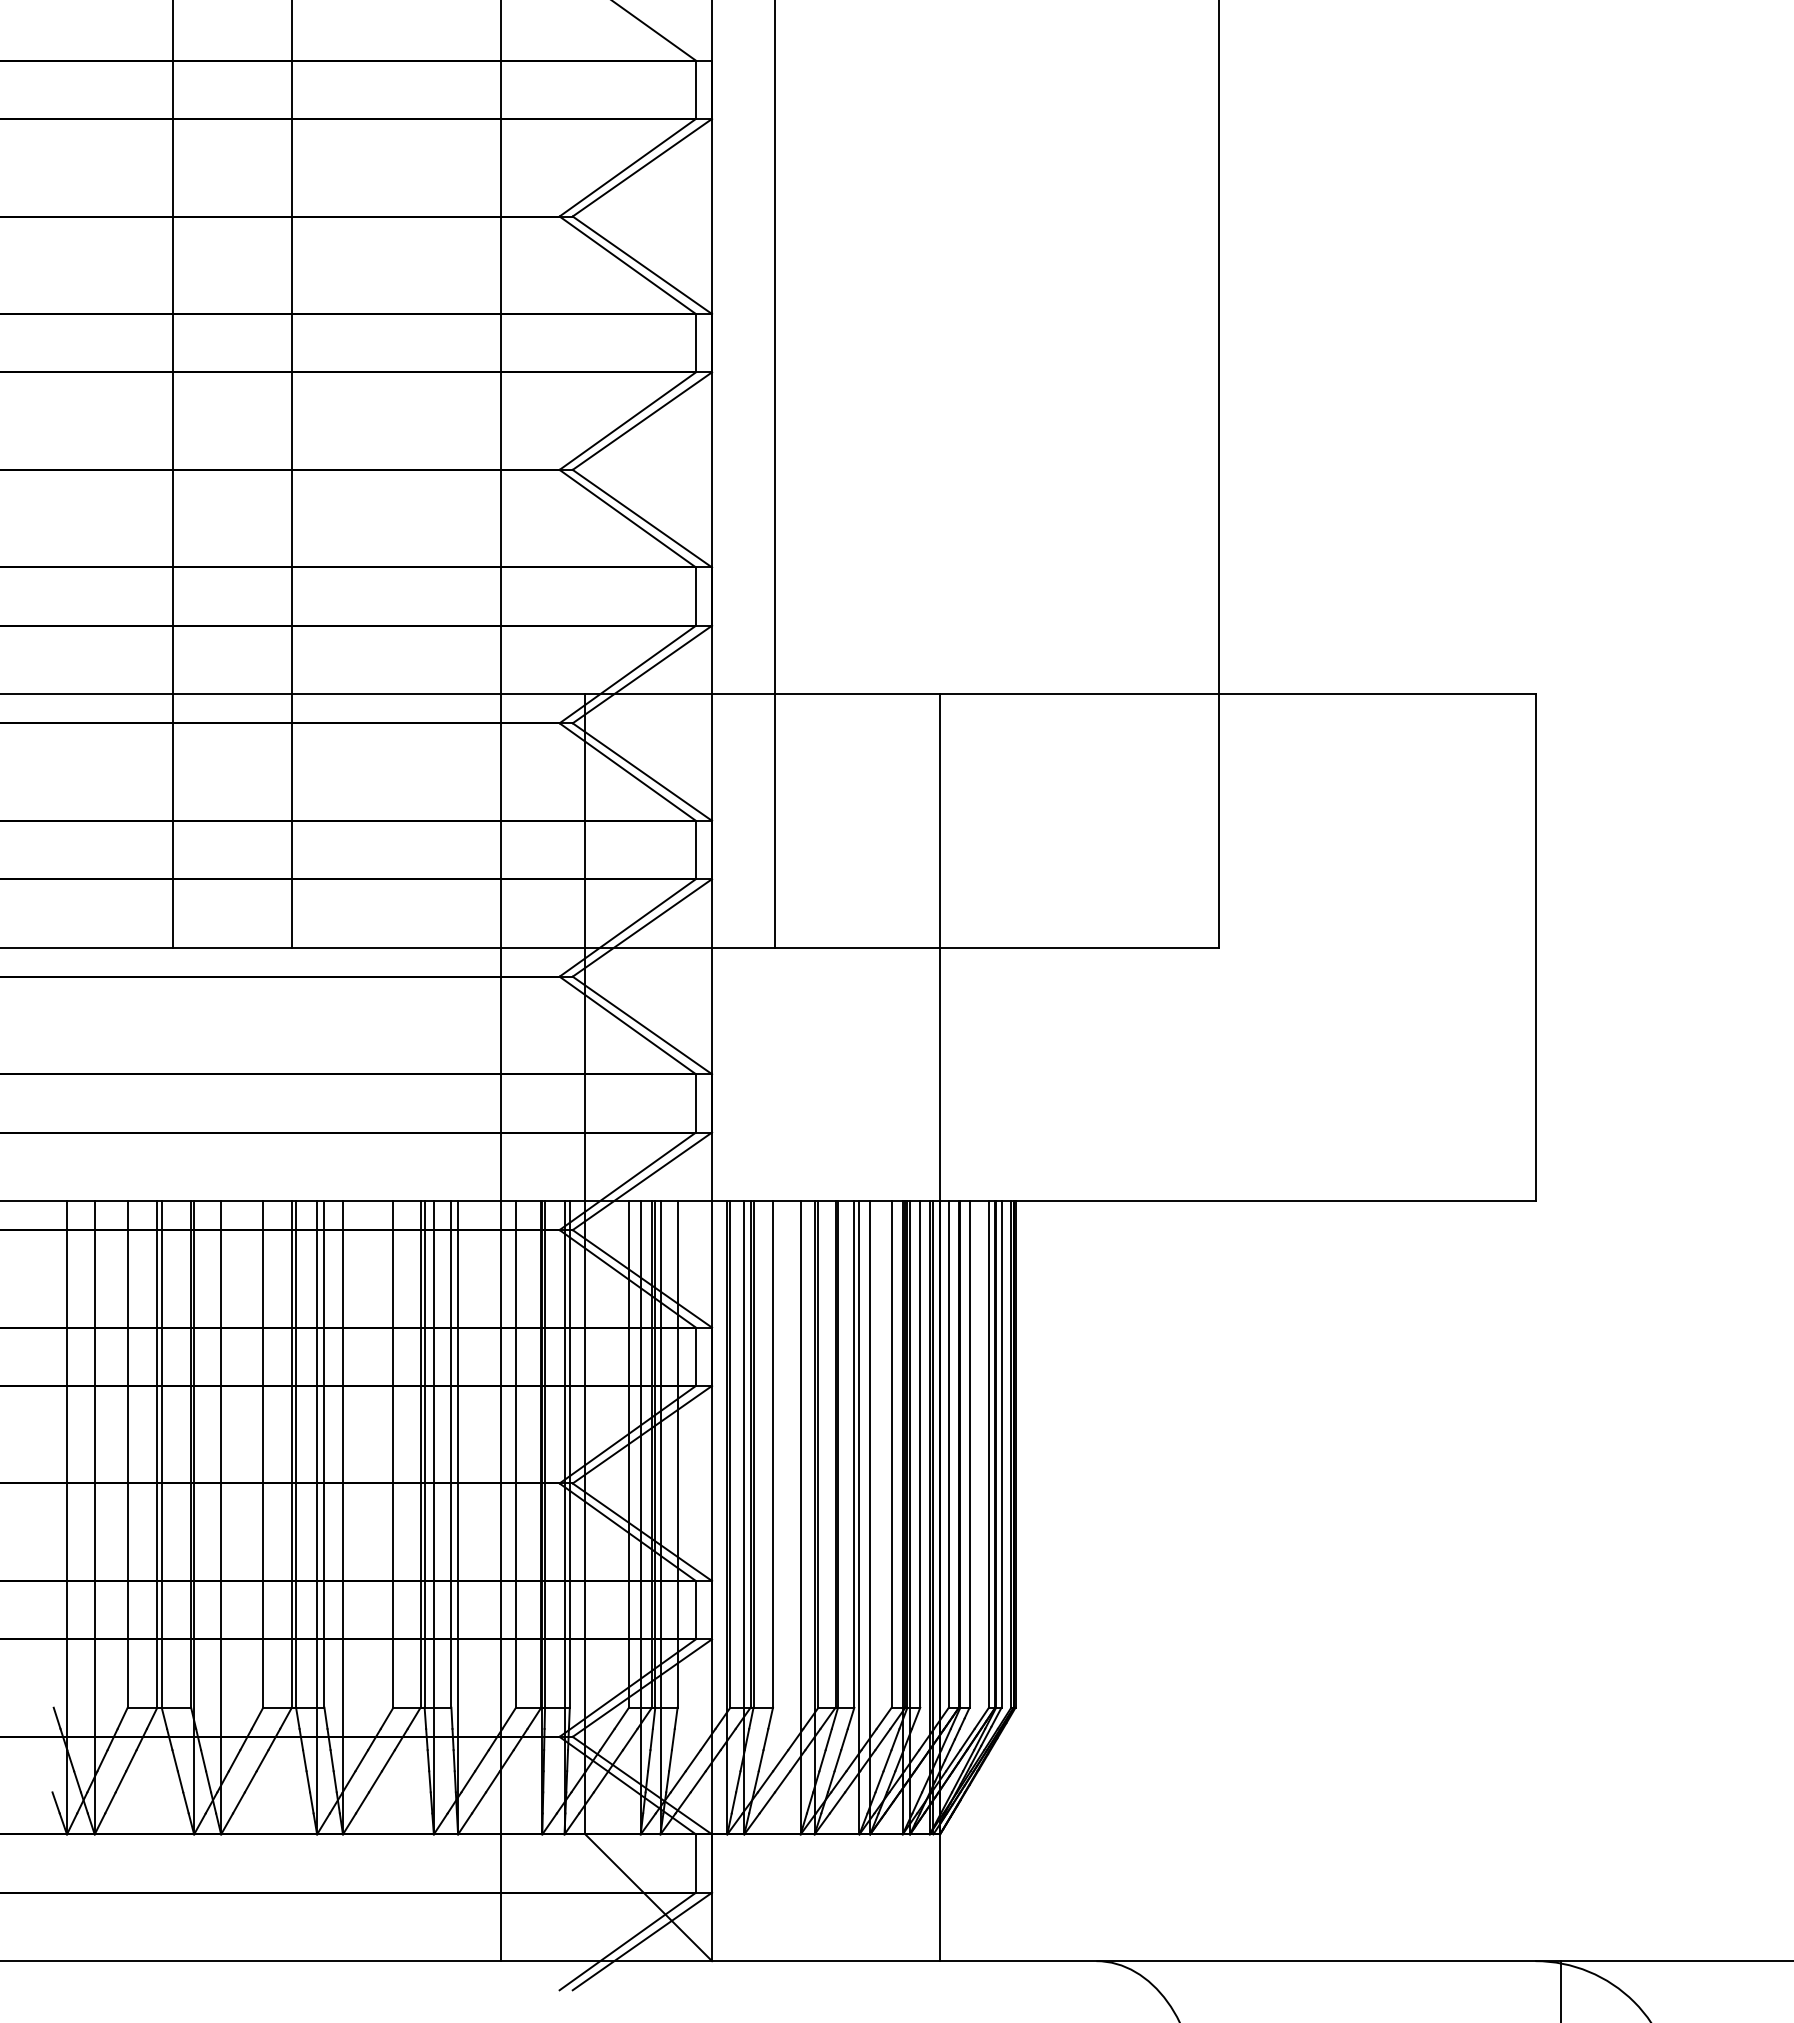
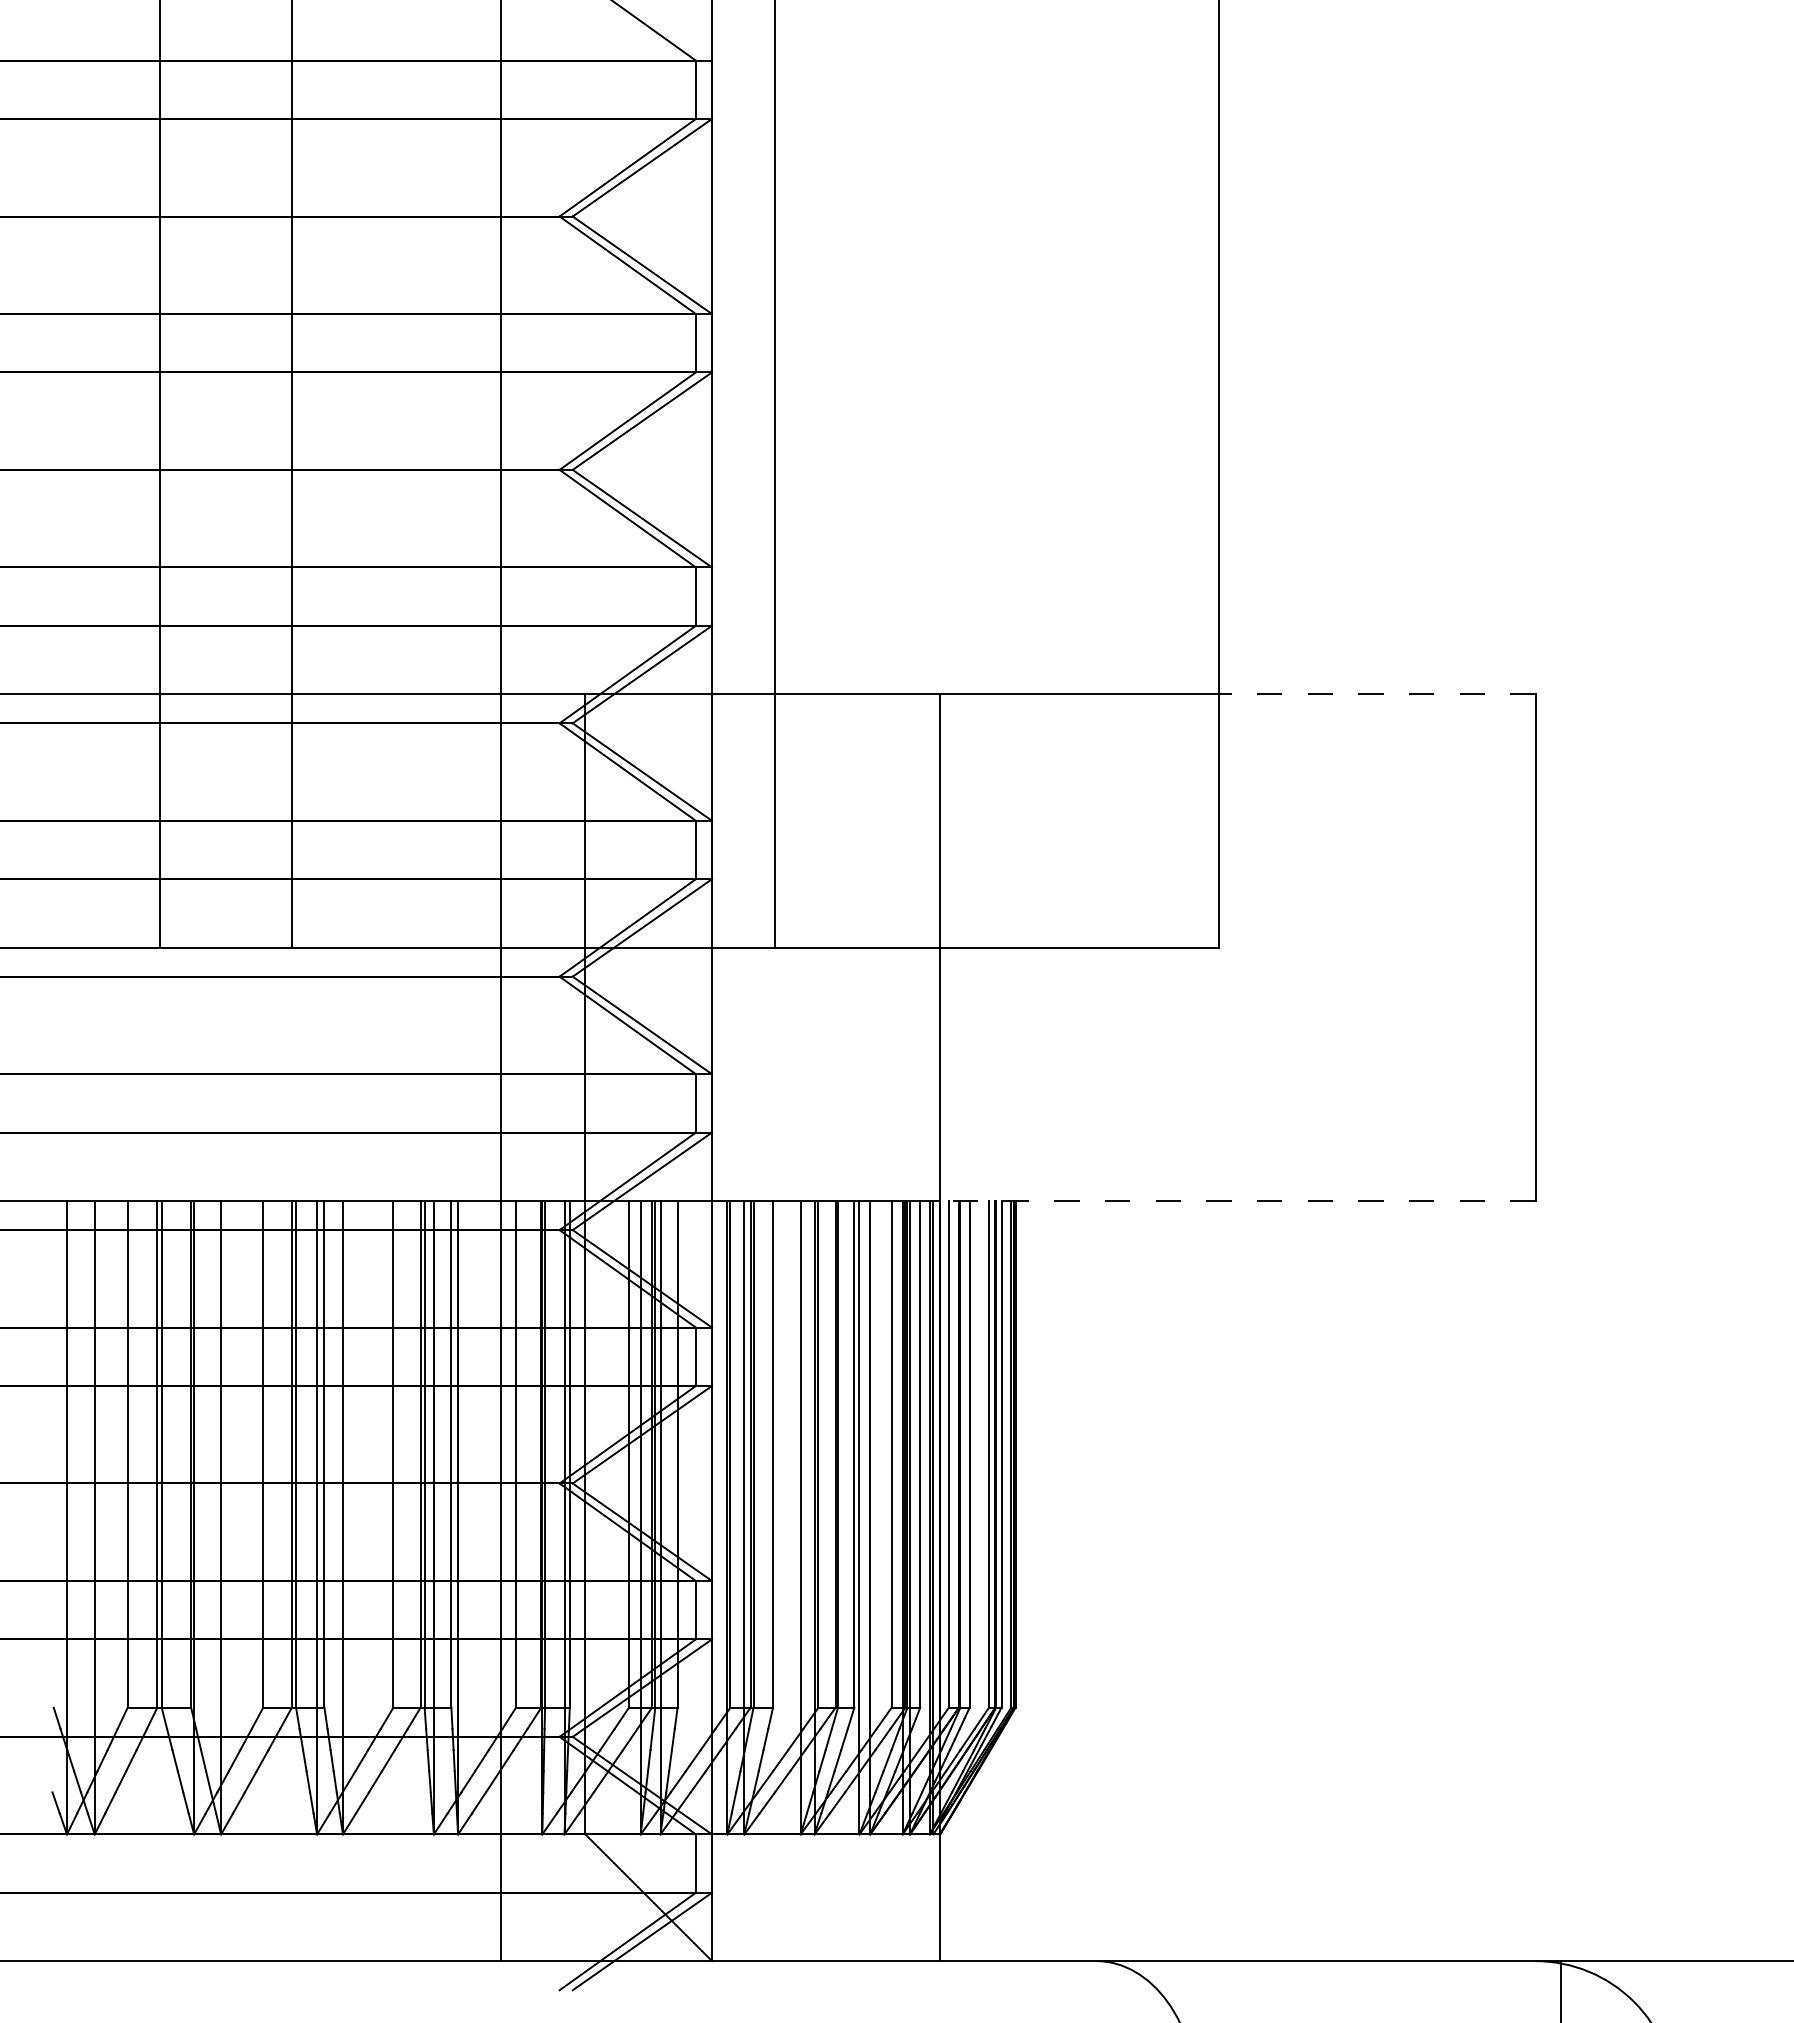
line at (172, 474) position: (172, 474) -> (159, 474)
line at (1376, 694): solid -> dashed
line at (1237, 1200): solid -> dashed
